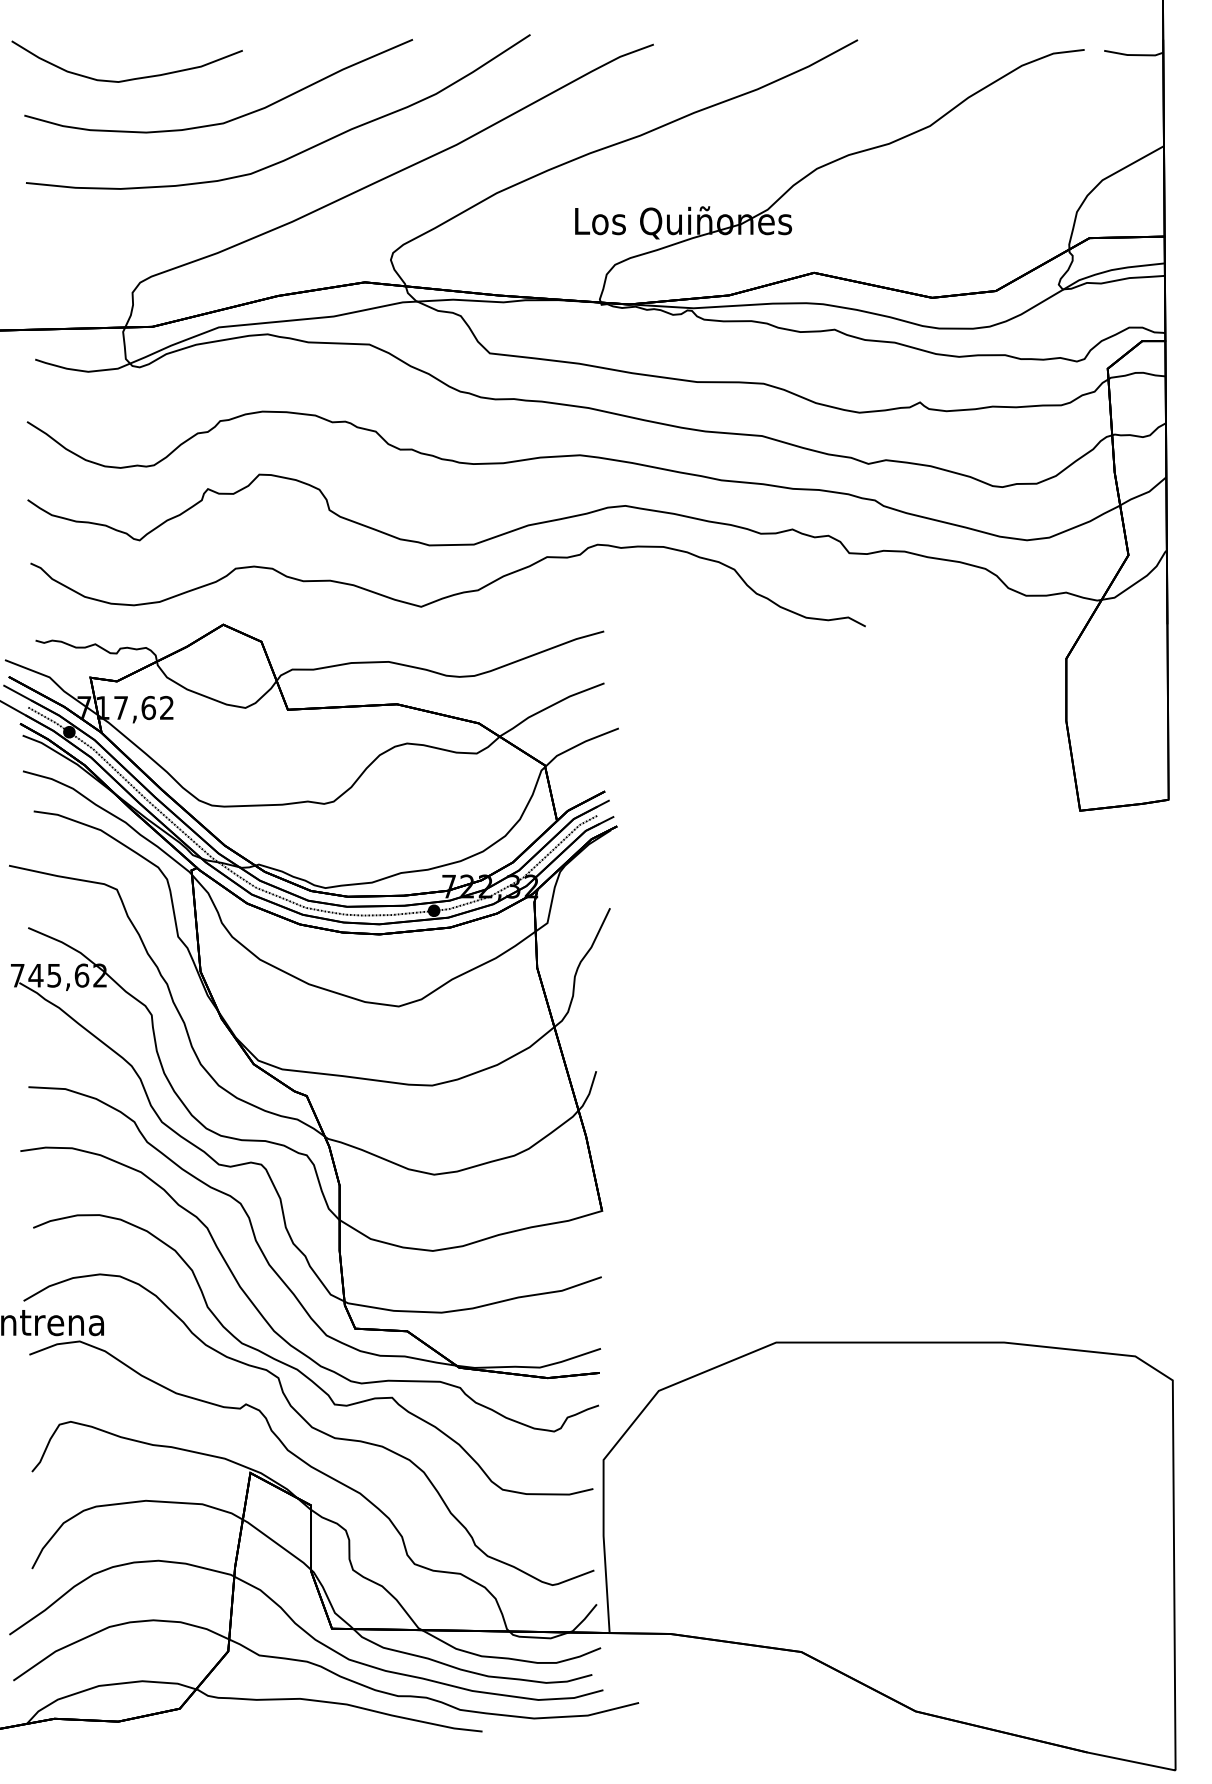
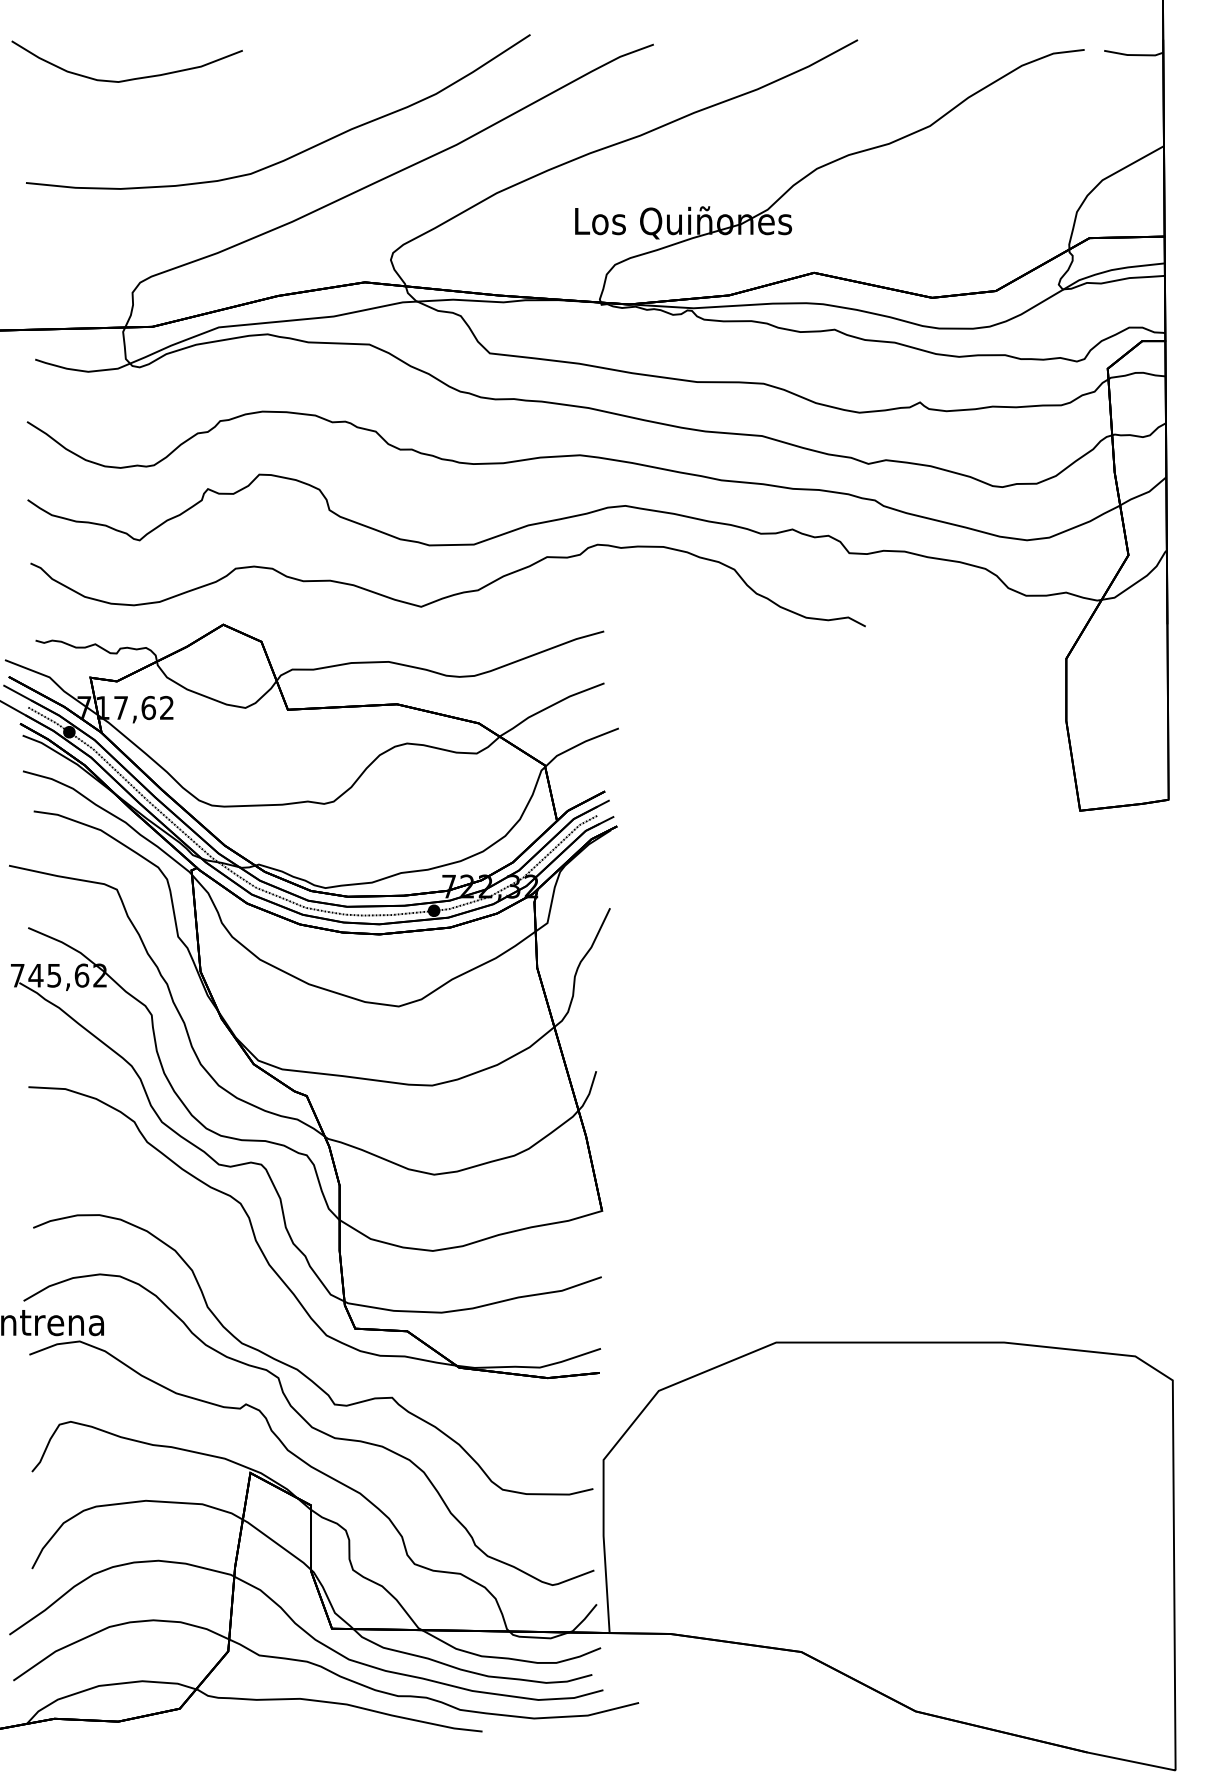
curve at (230, 119): present -> none
curve at (270, 1324): present -> none
